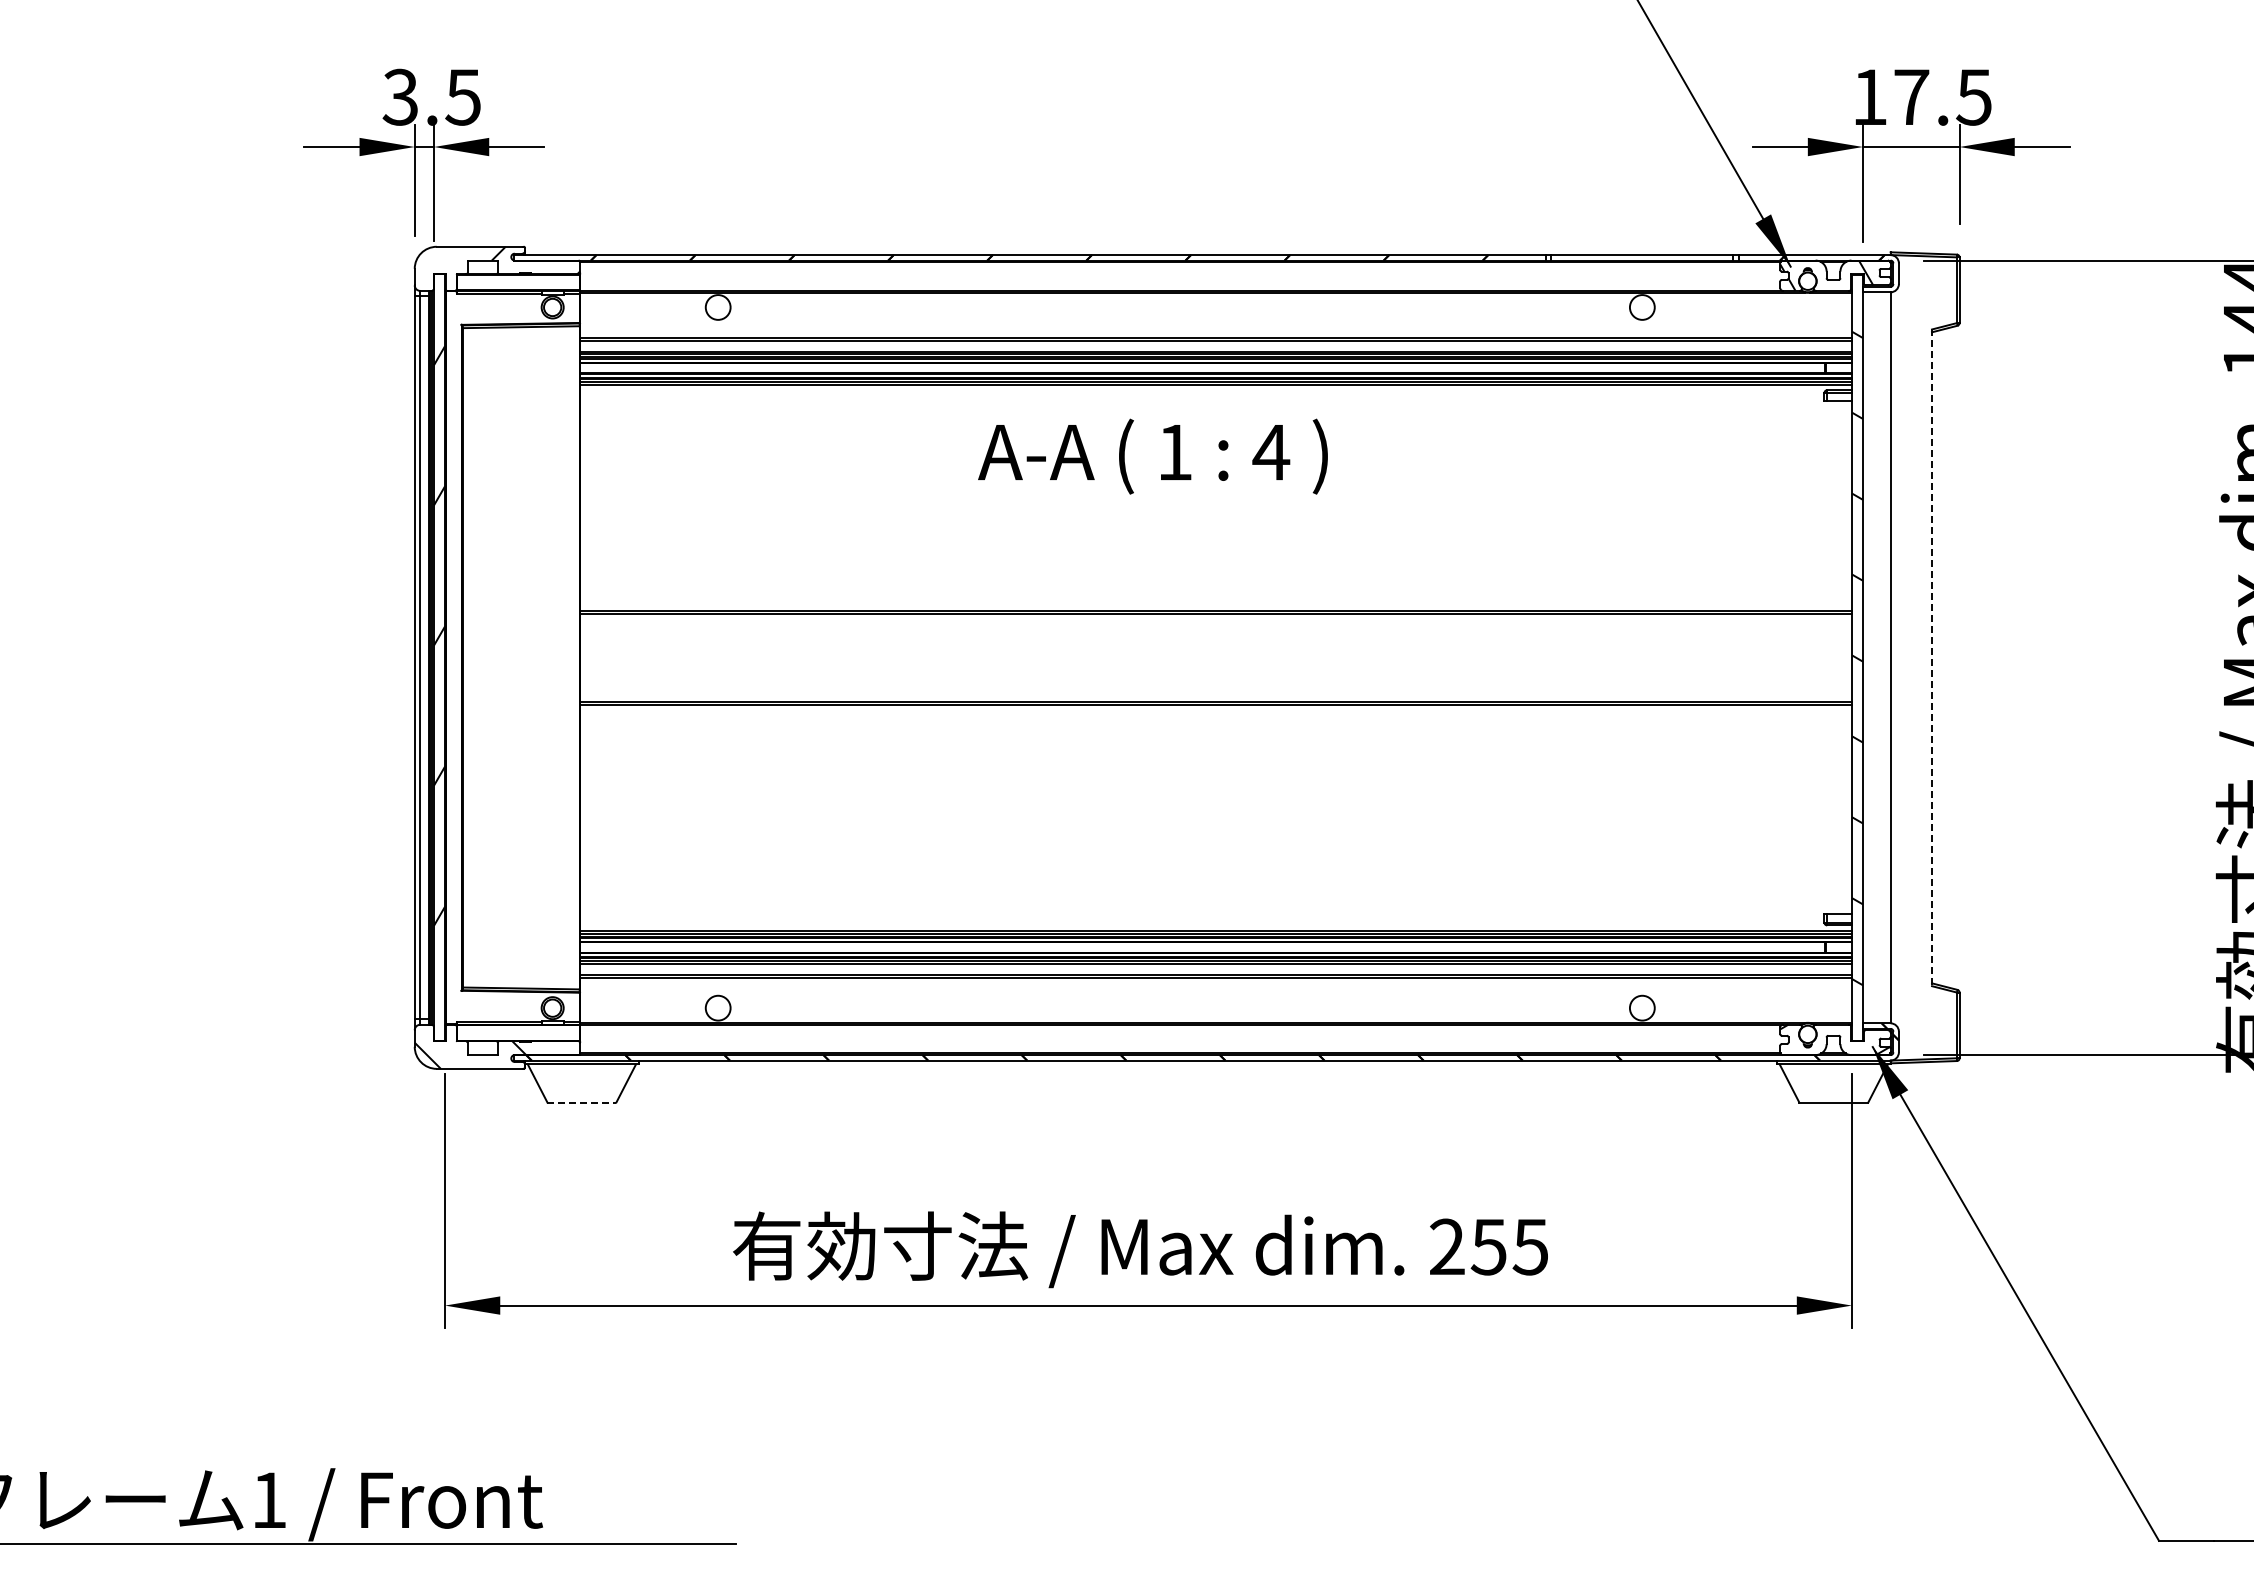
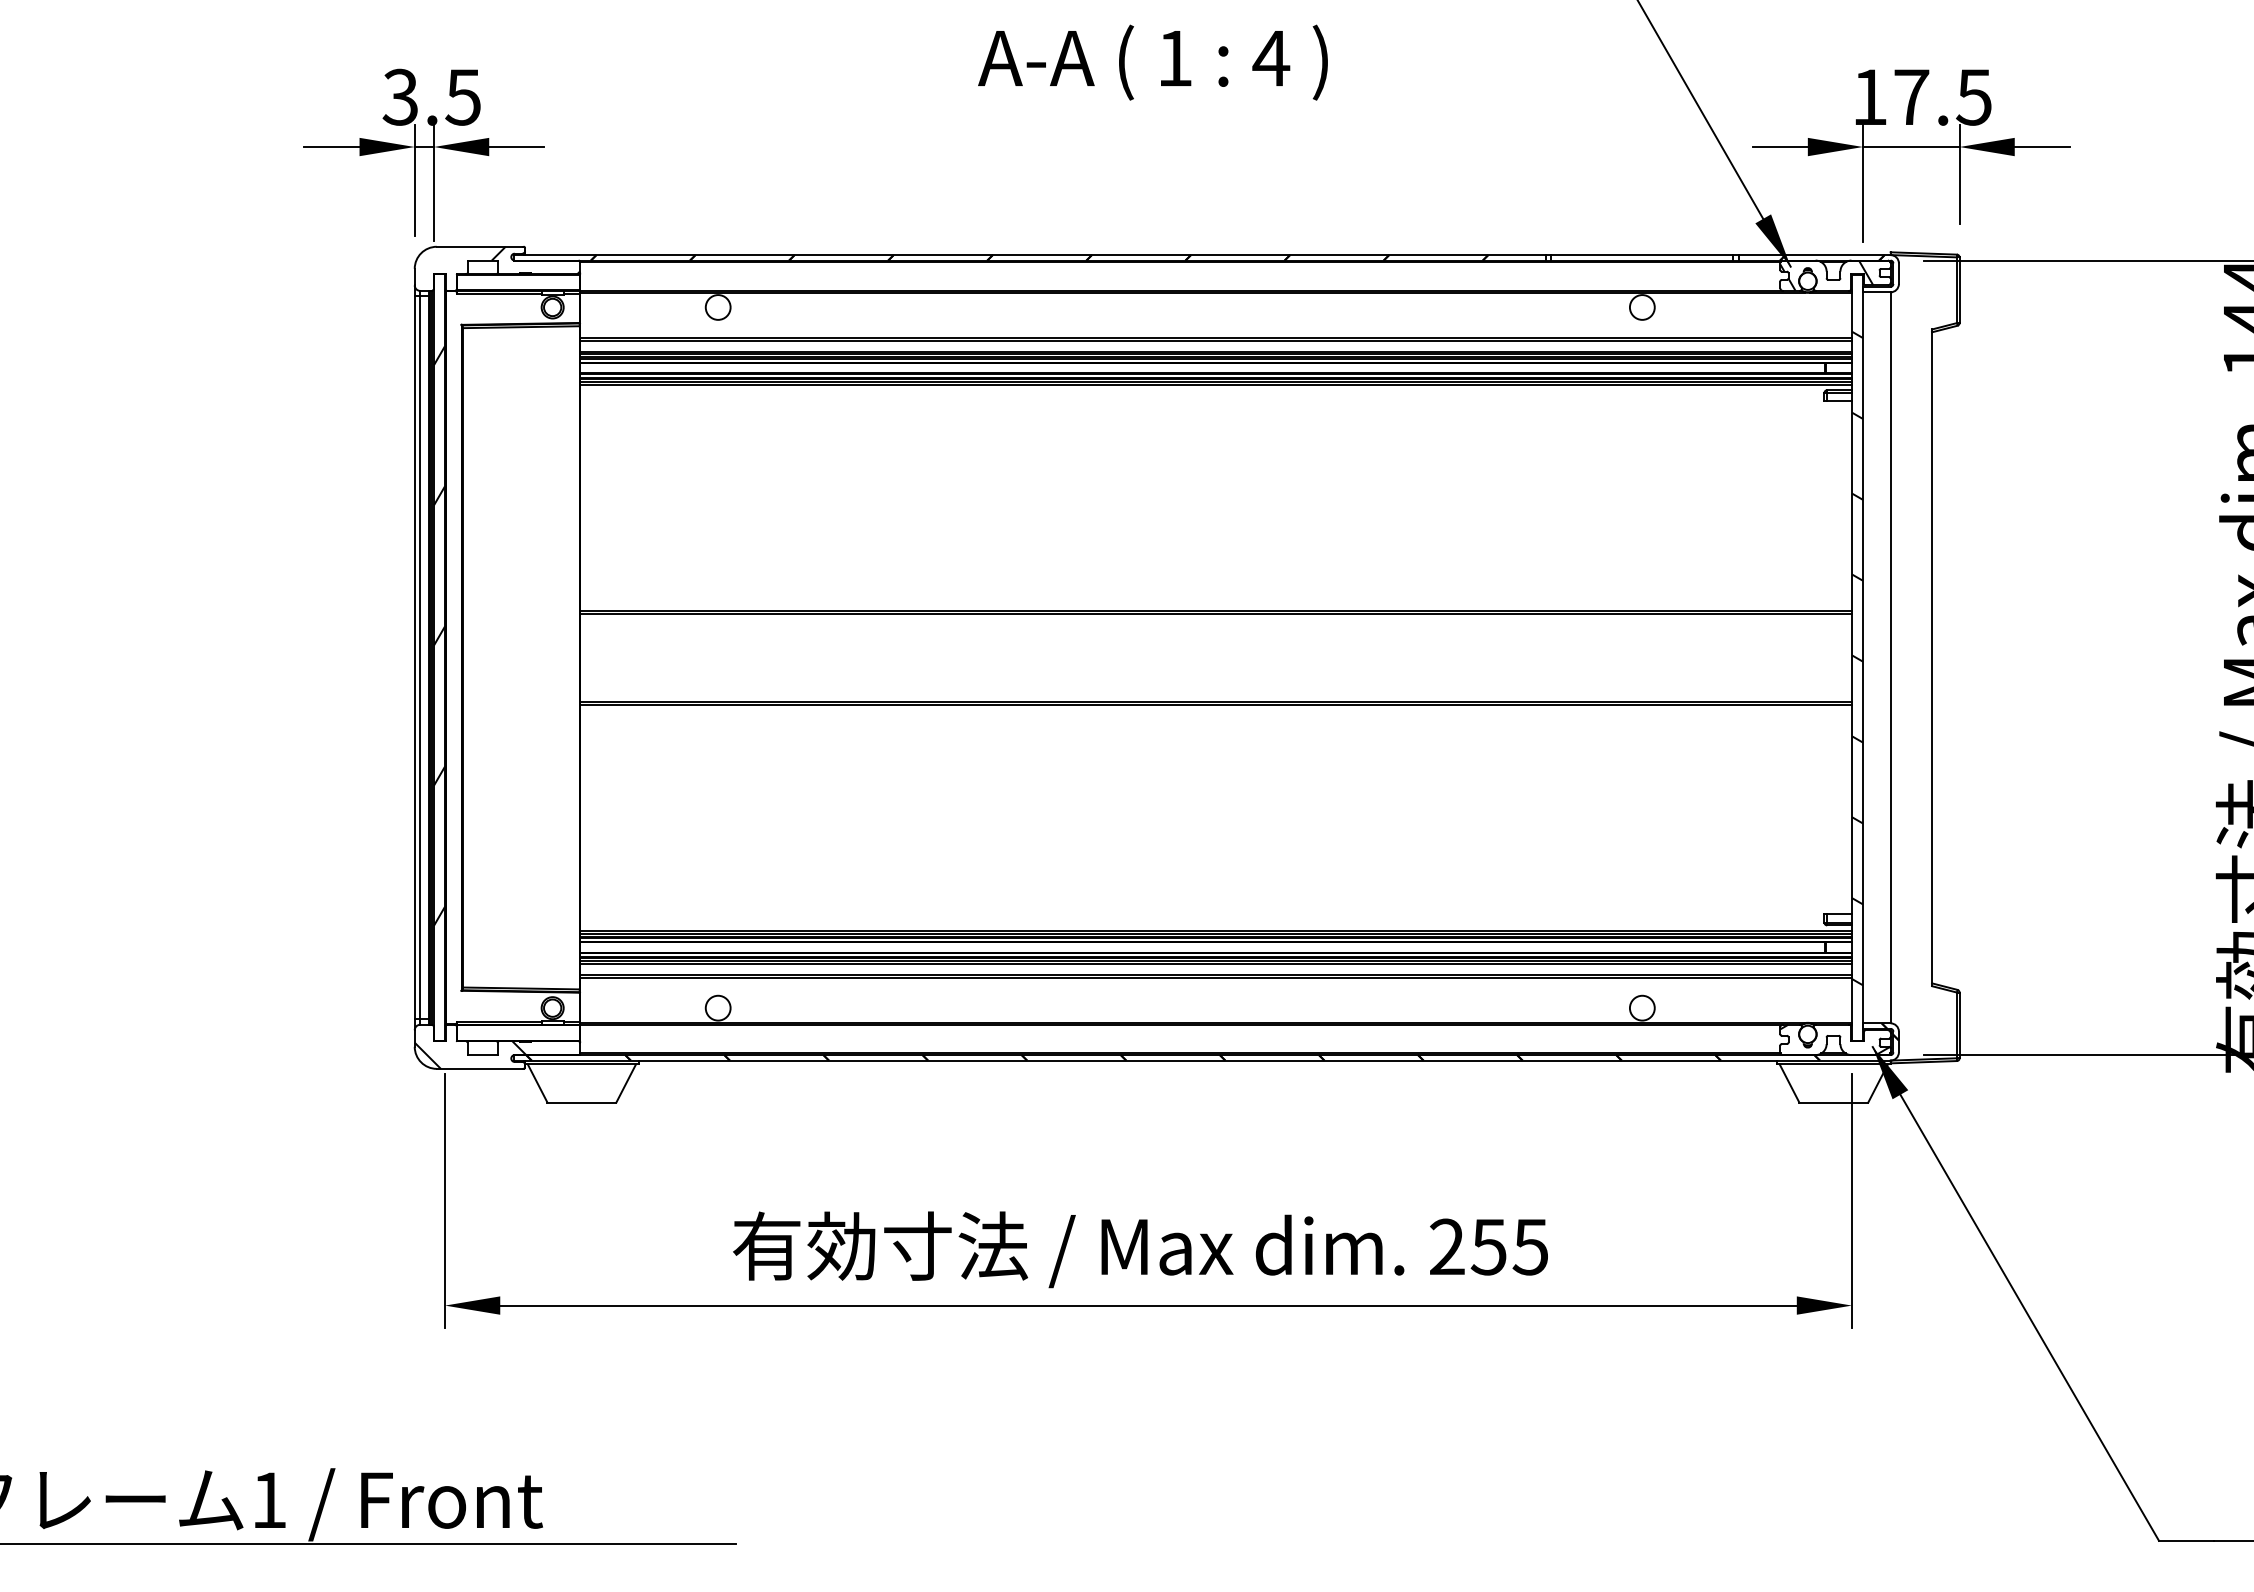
text at (1152, 456) position: (1152, 456) -> (1152, 62)
line at (1932, 658): dashed -> solid
line at (582, 1102): dashed -> solid
